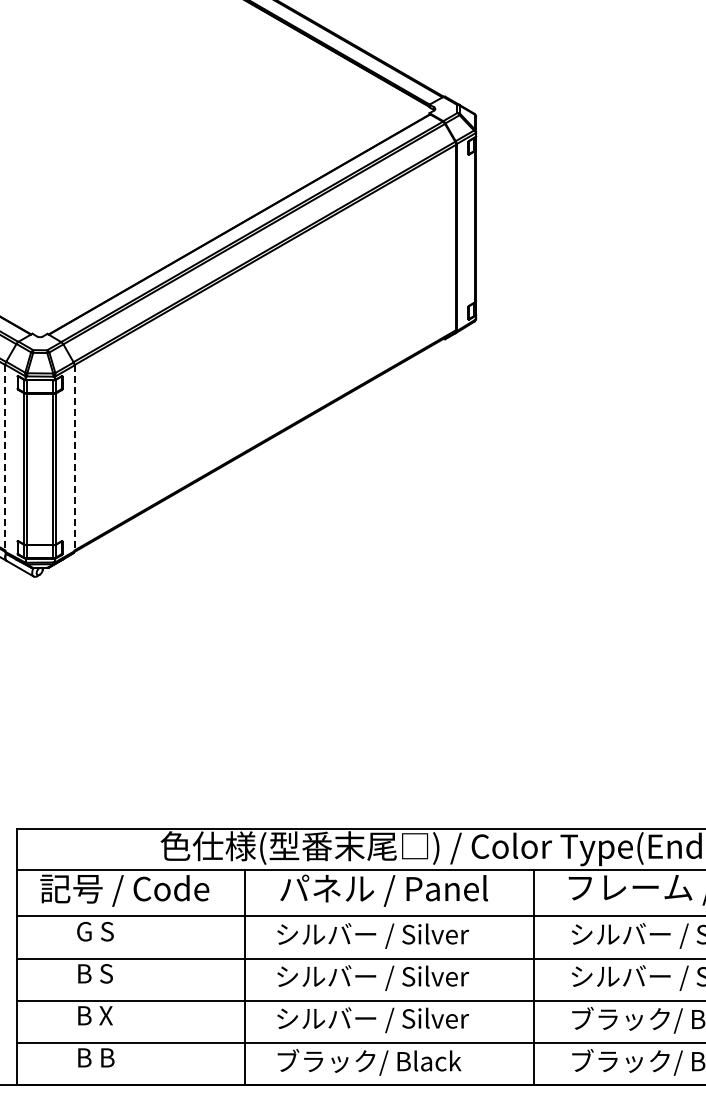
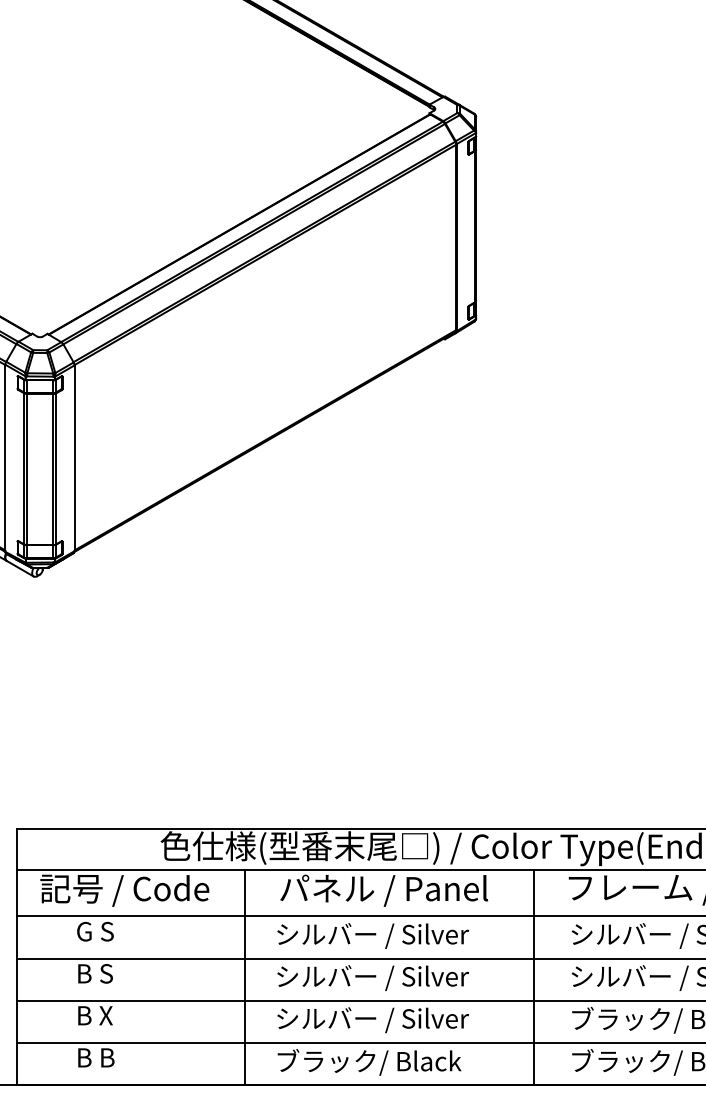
line at (5, 458): dashed -> solid
line at (74, 458): dashed -> solid
